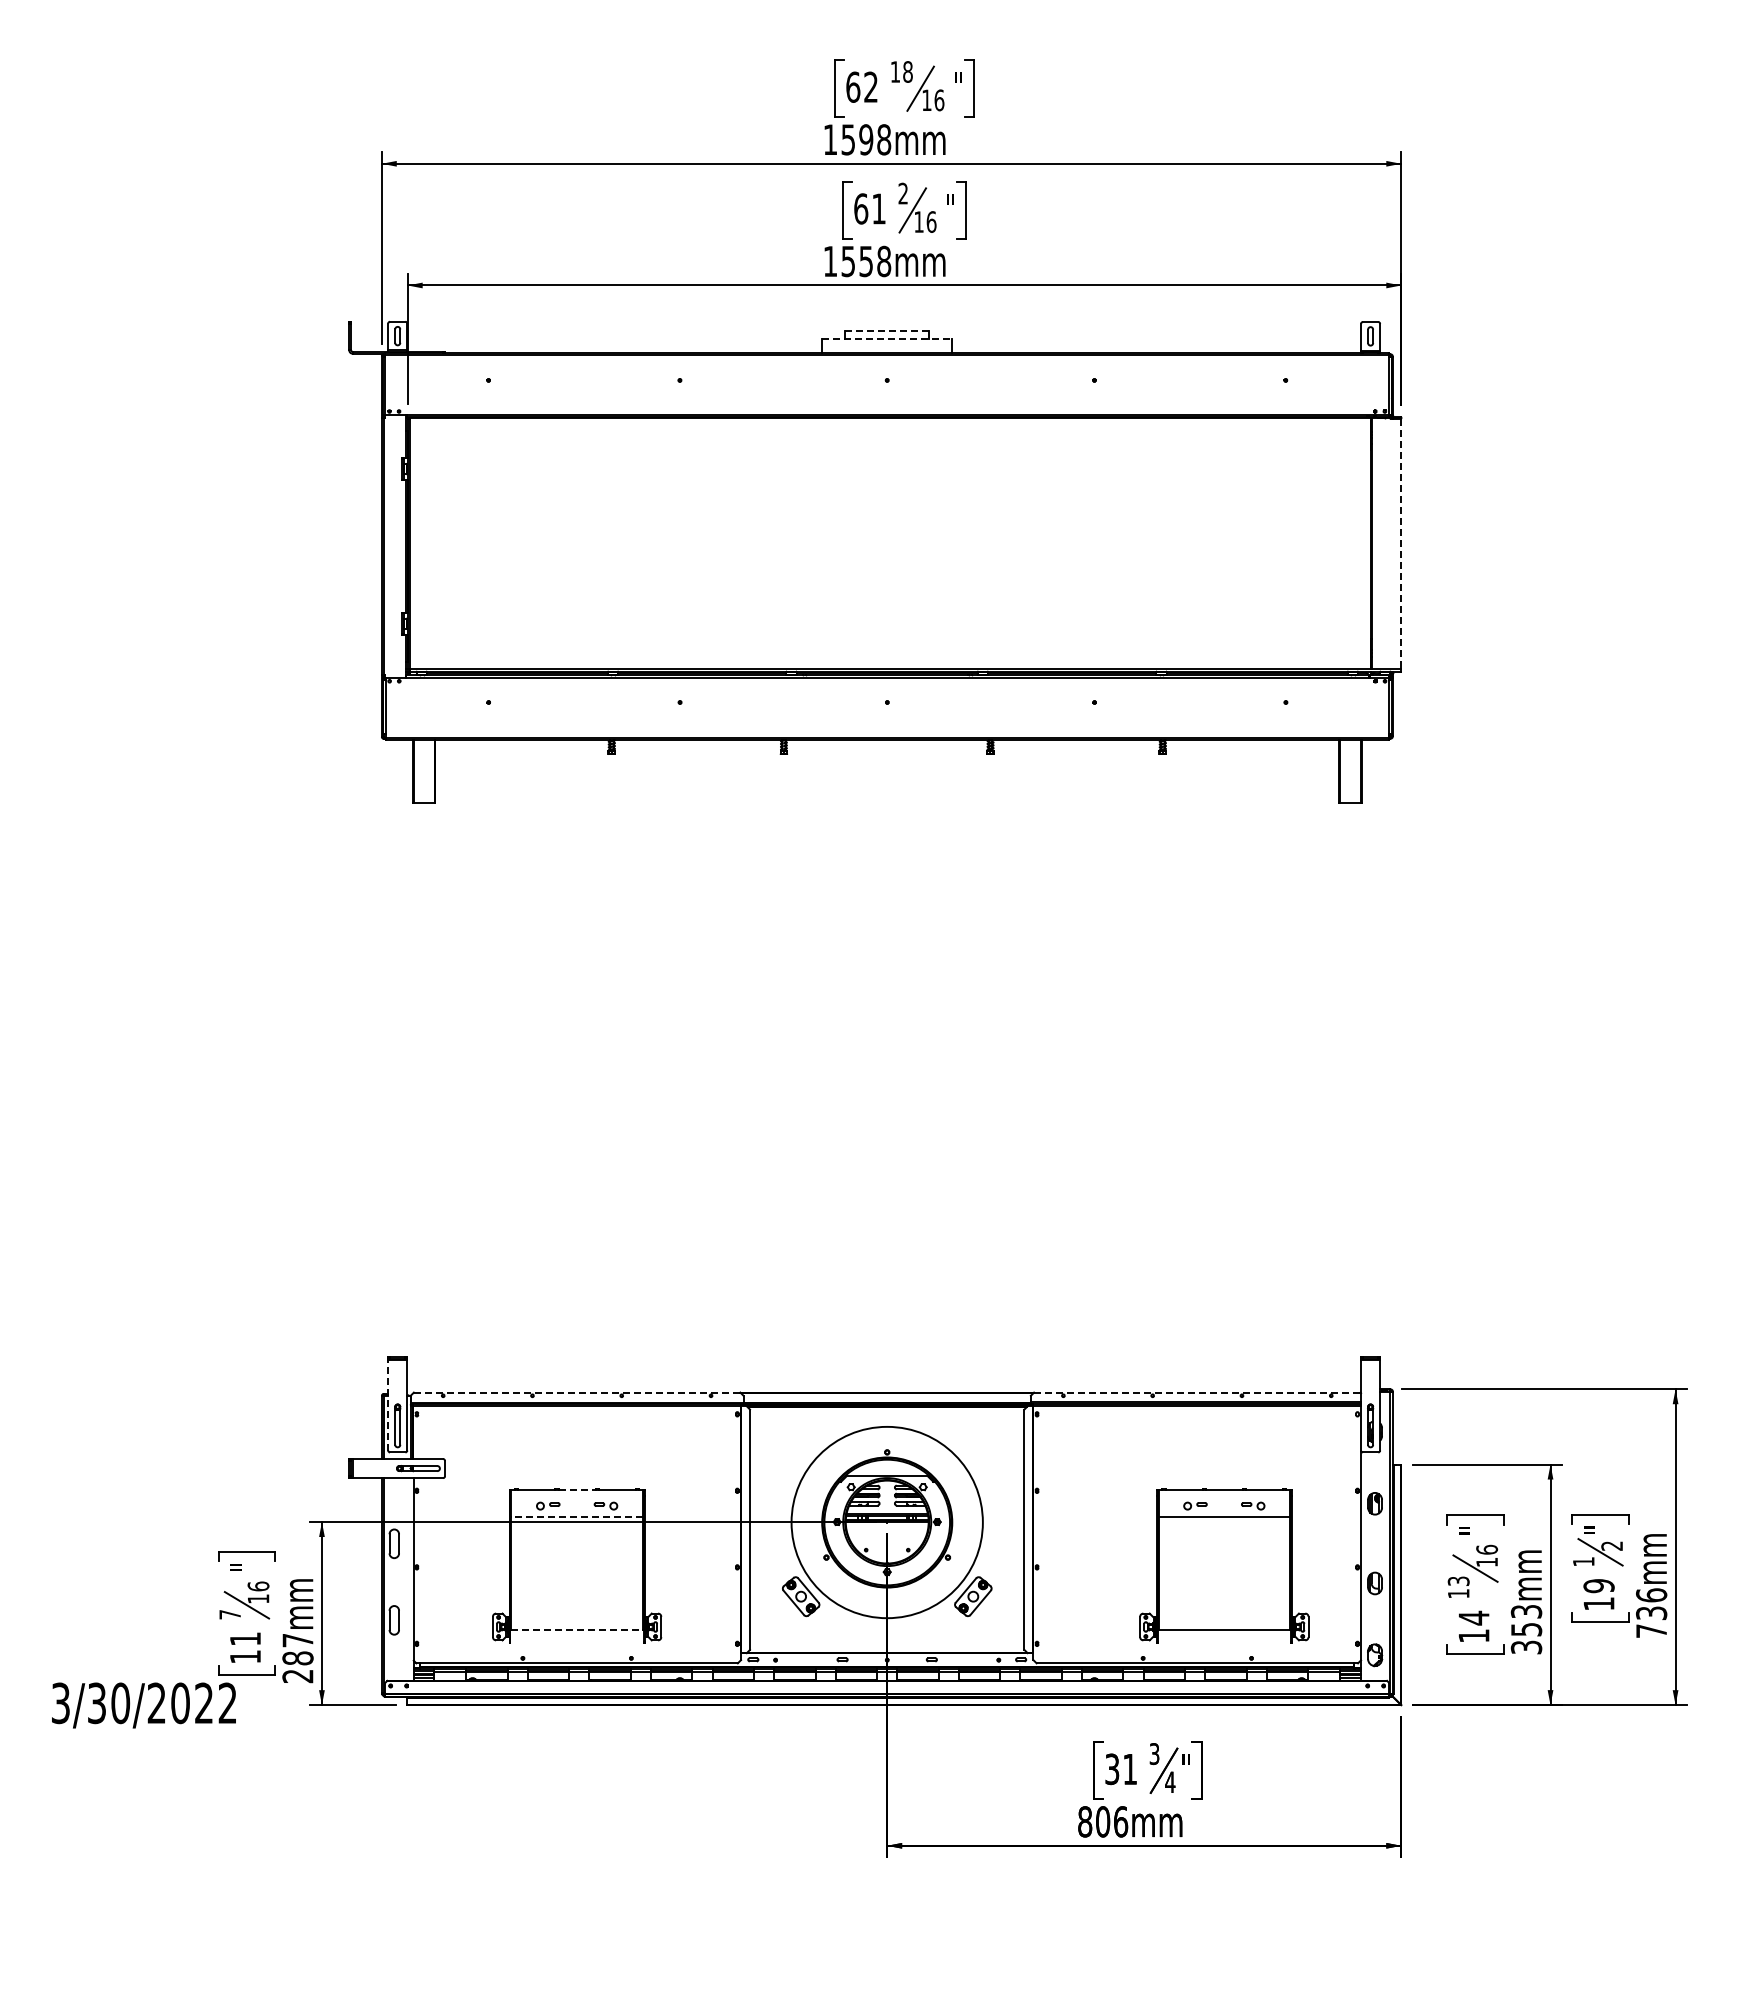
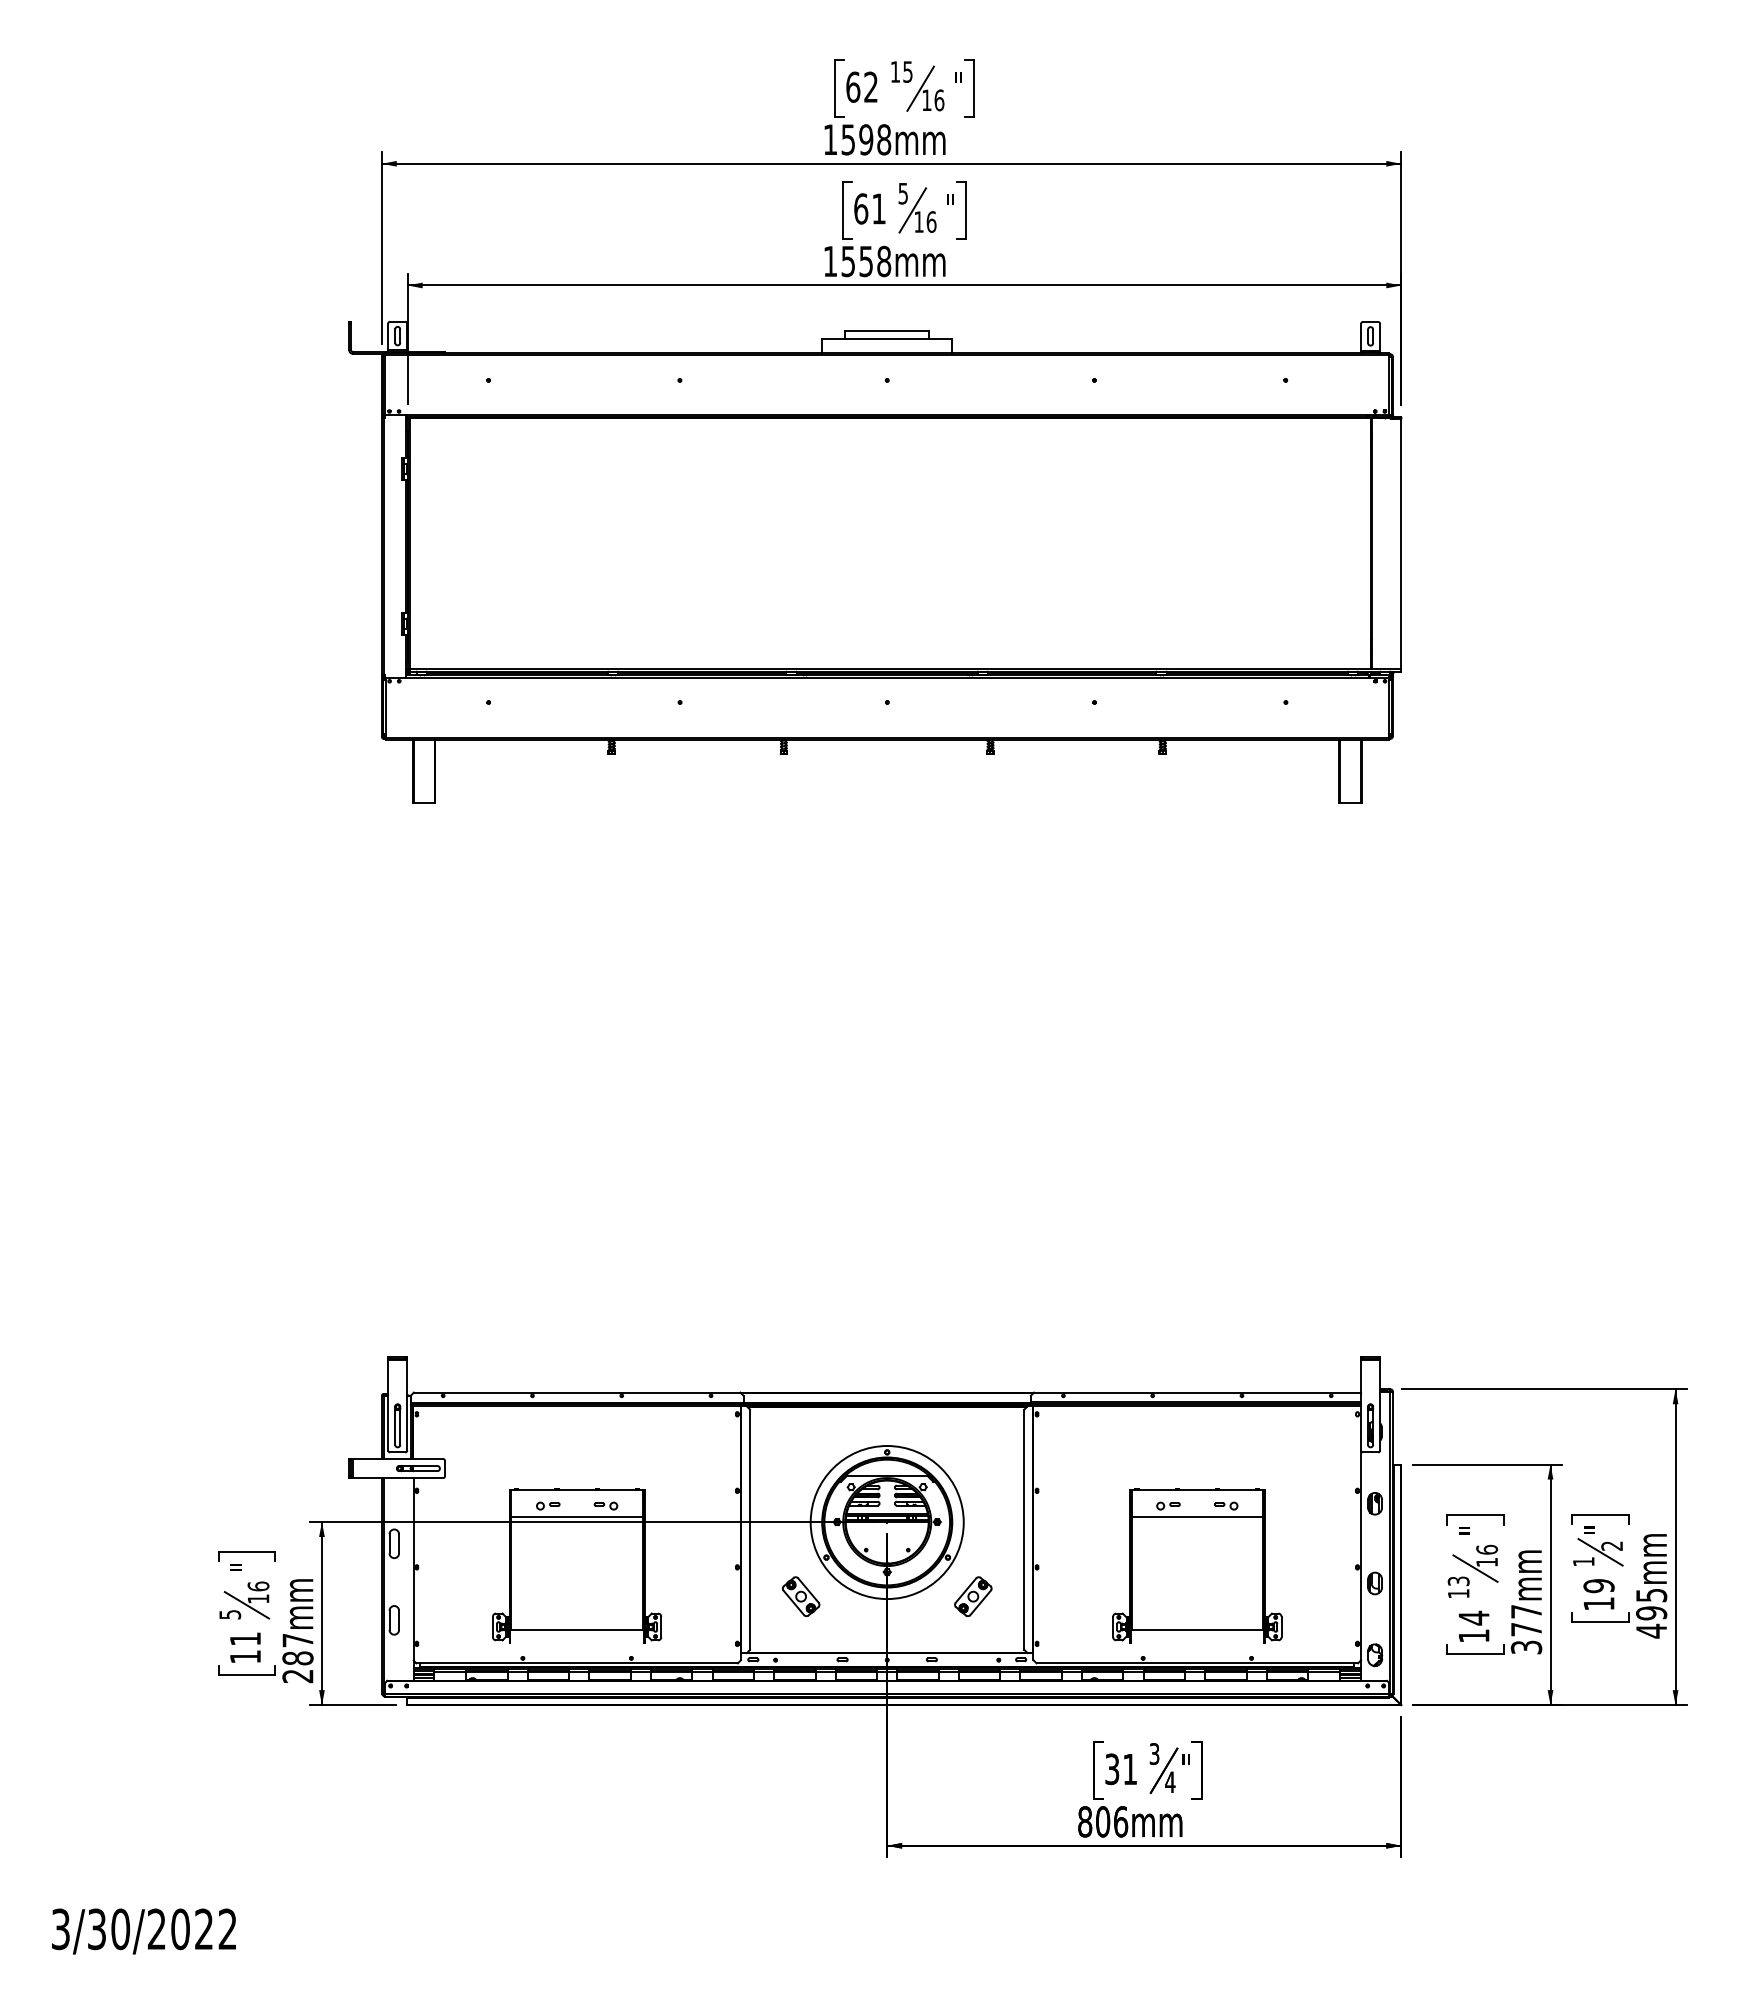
text at (907, 71): 18 -> 15
text at (902, 193): 2 -> 5
line at (887, 330): dashed -> solid
line at (887, 339): dashed -> solid
line at (1401, 544): dashed -> solid
line at (577, 1392): dashed -> solid
line at (1197, 1392): dashed -> solid
line at (388, 1404): dashed -> solid
line at (577, 1489): dashed -> solid
line at (577, 1517): dashed -> solid
circle at (886, 1522) diameter: 191 px -> 153 px
part at (1224, 1565) position: (1224, 1565) -> (1197, 1565)
text at (1651, 1613): 736mm -> 495mm
text at (230, 1614): 7 -> 5
text at (1526, 1620): 353mm -> 377mm
line at (577, 1630): dashed -> solid
text at (143, 1705) position: (143, 1705) -> (143, 1931)
